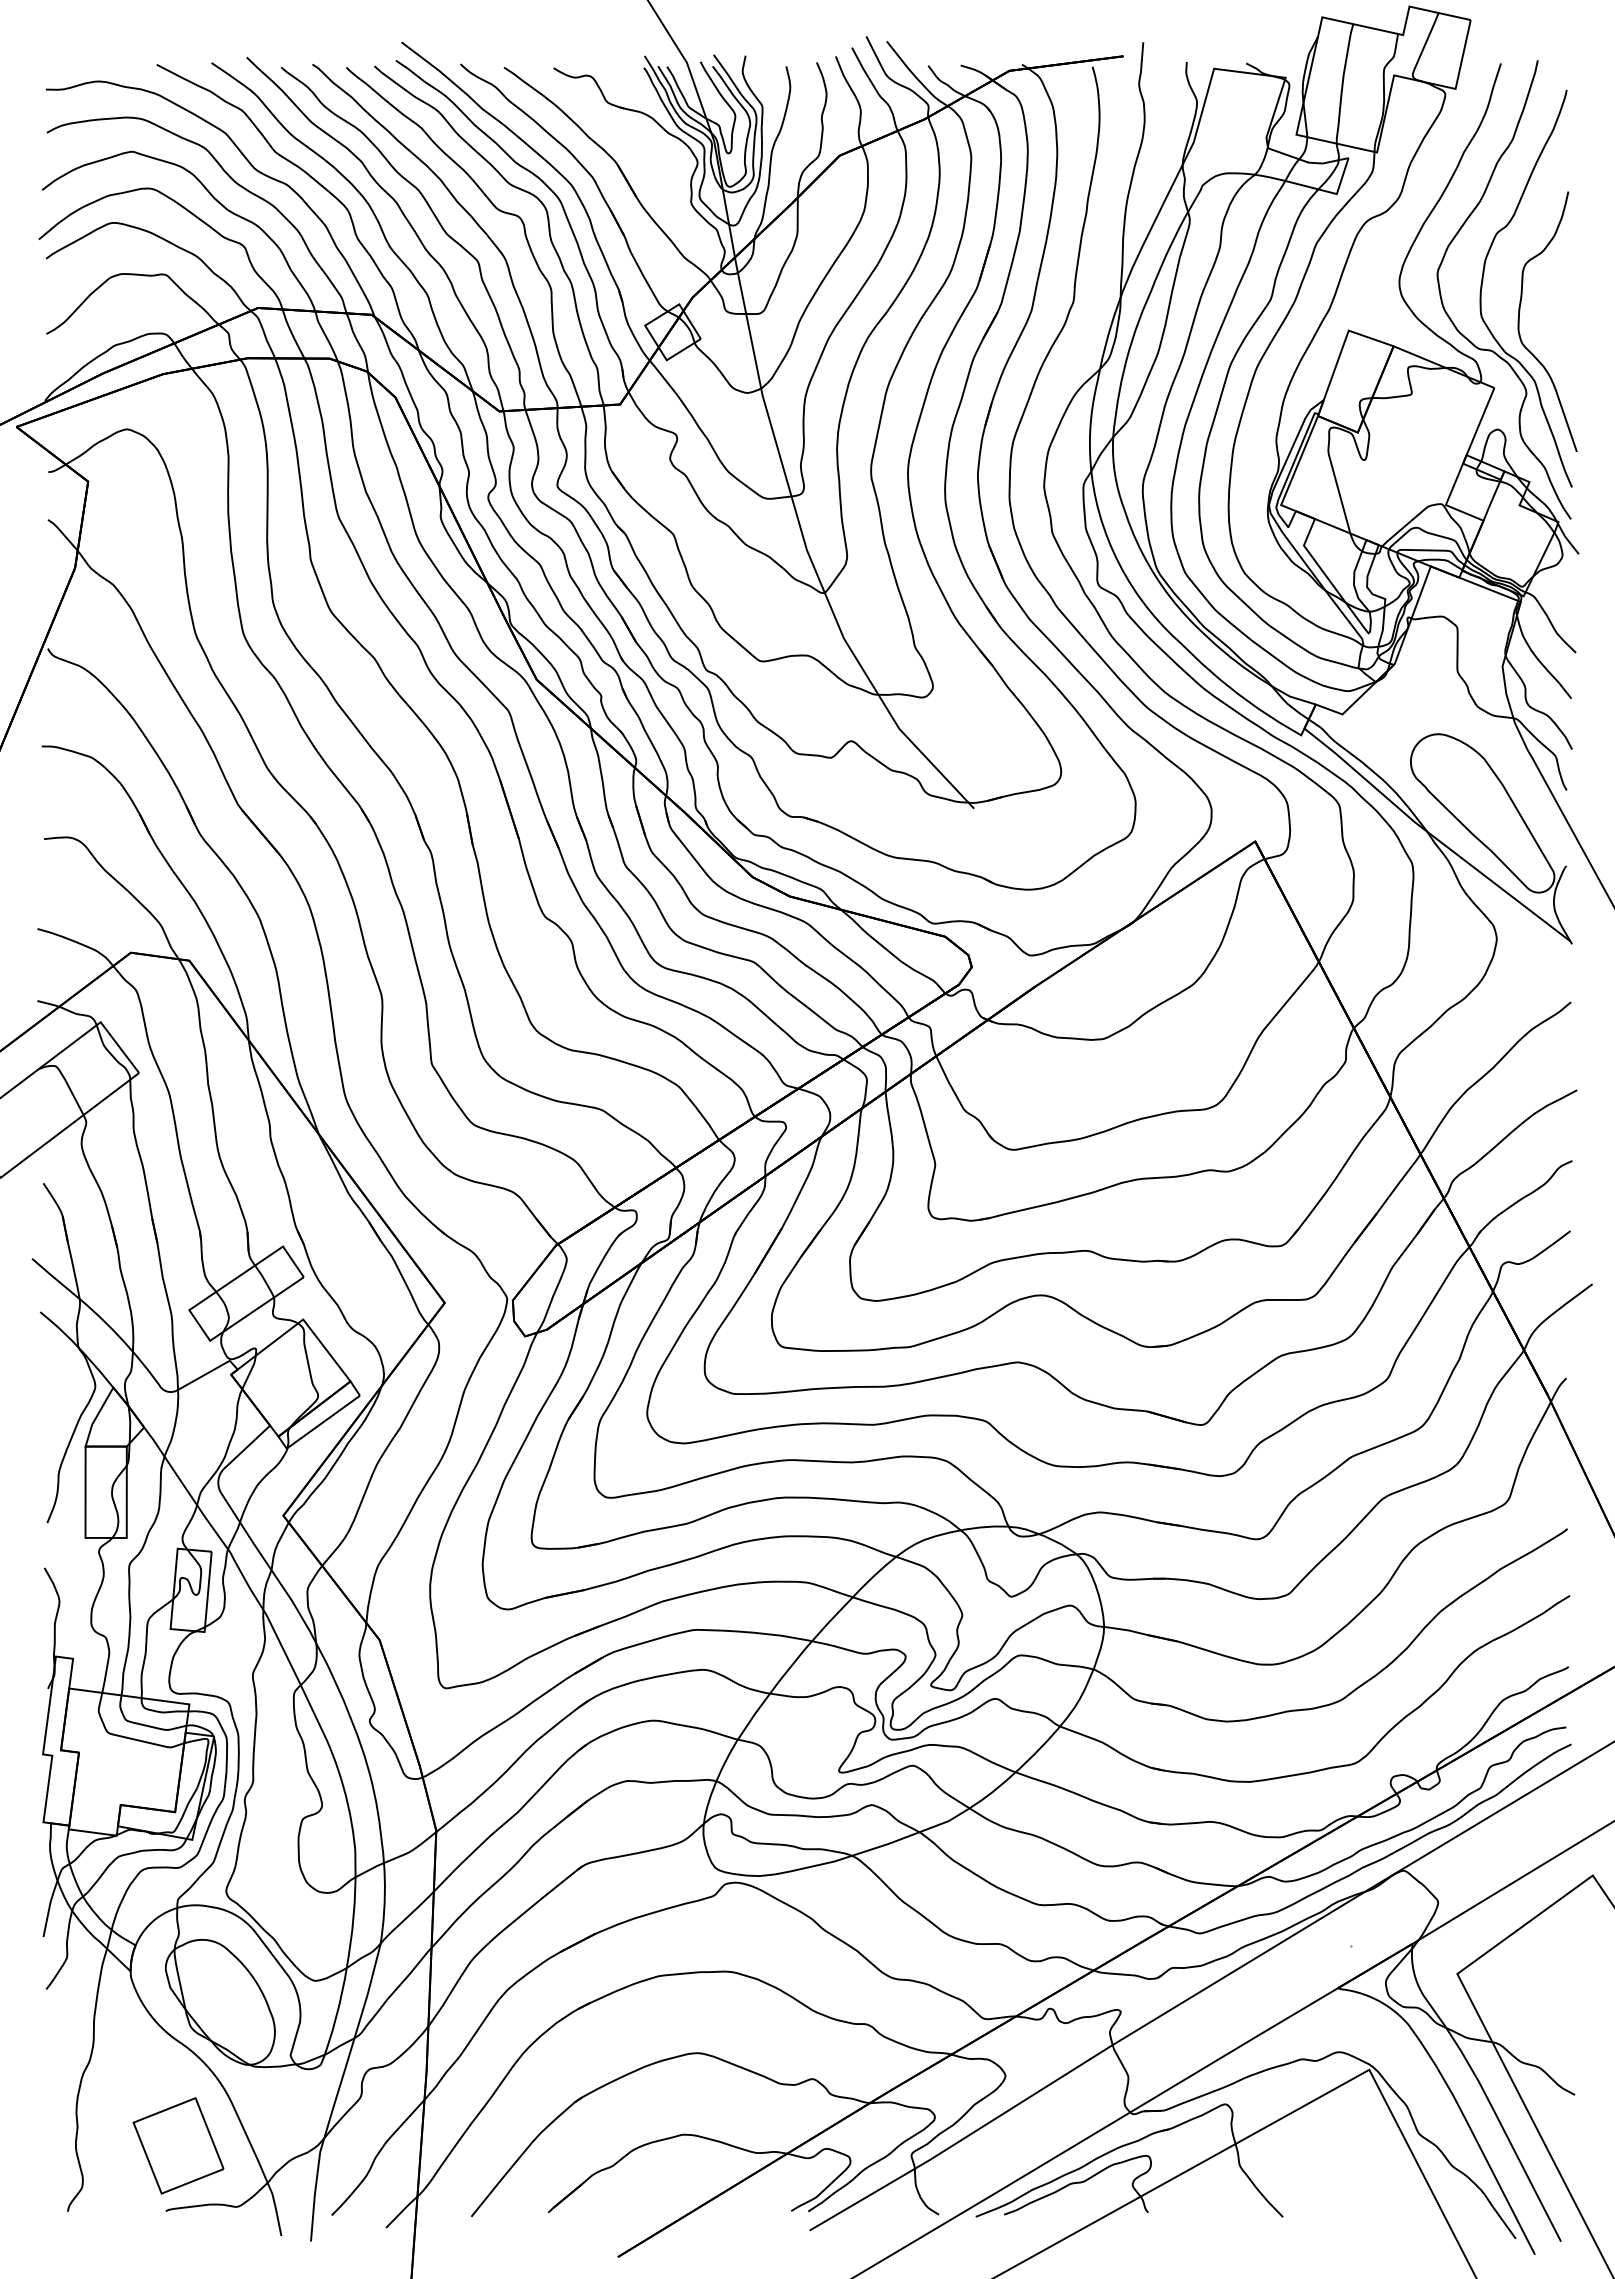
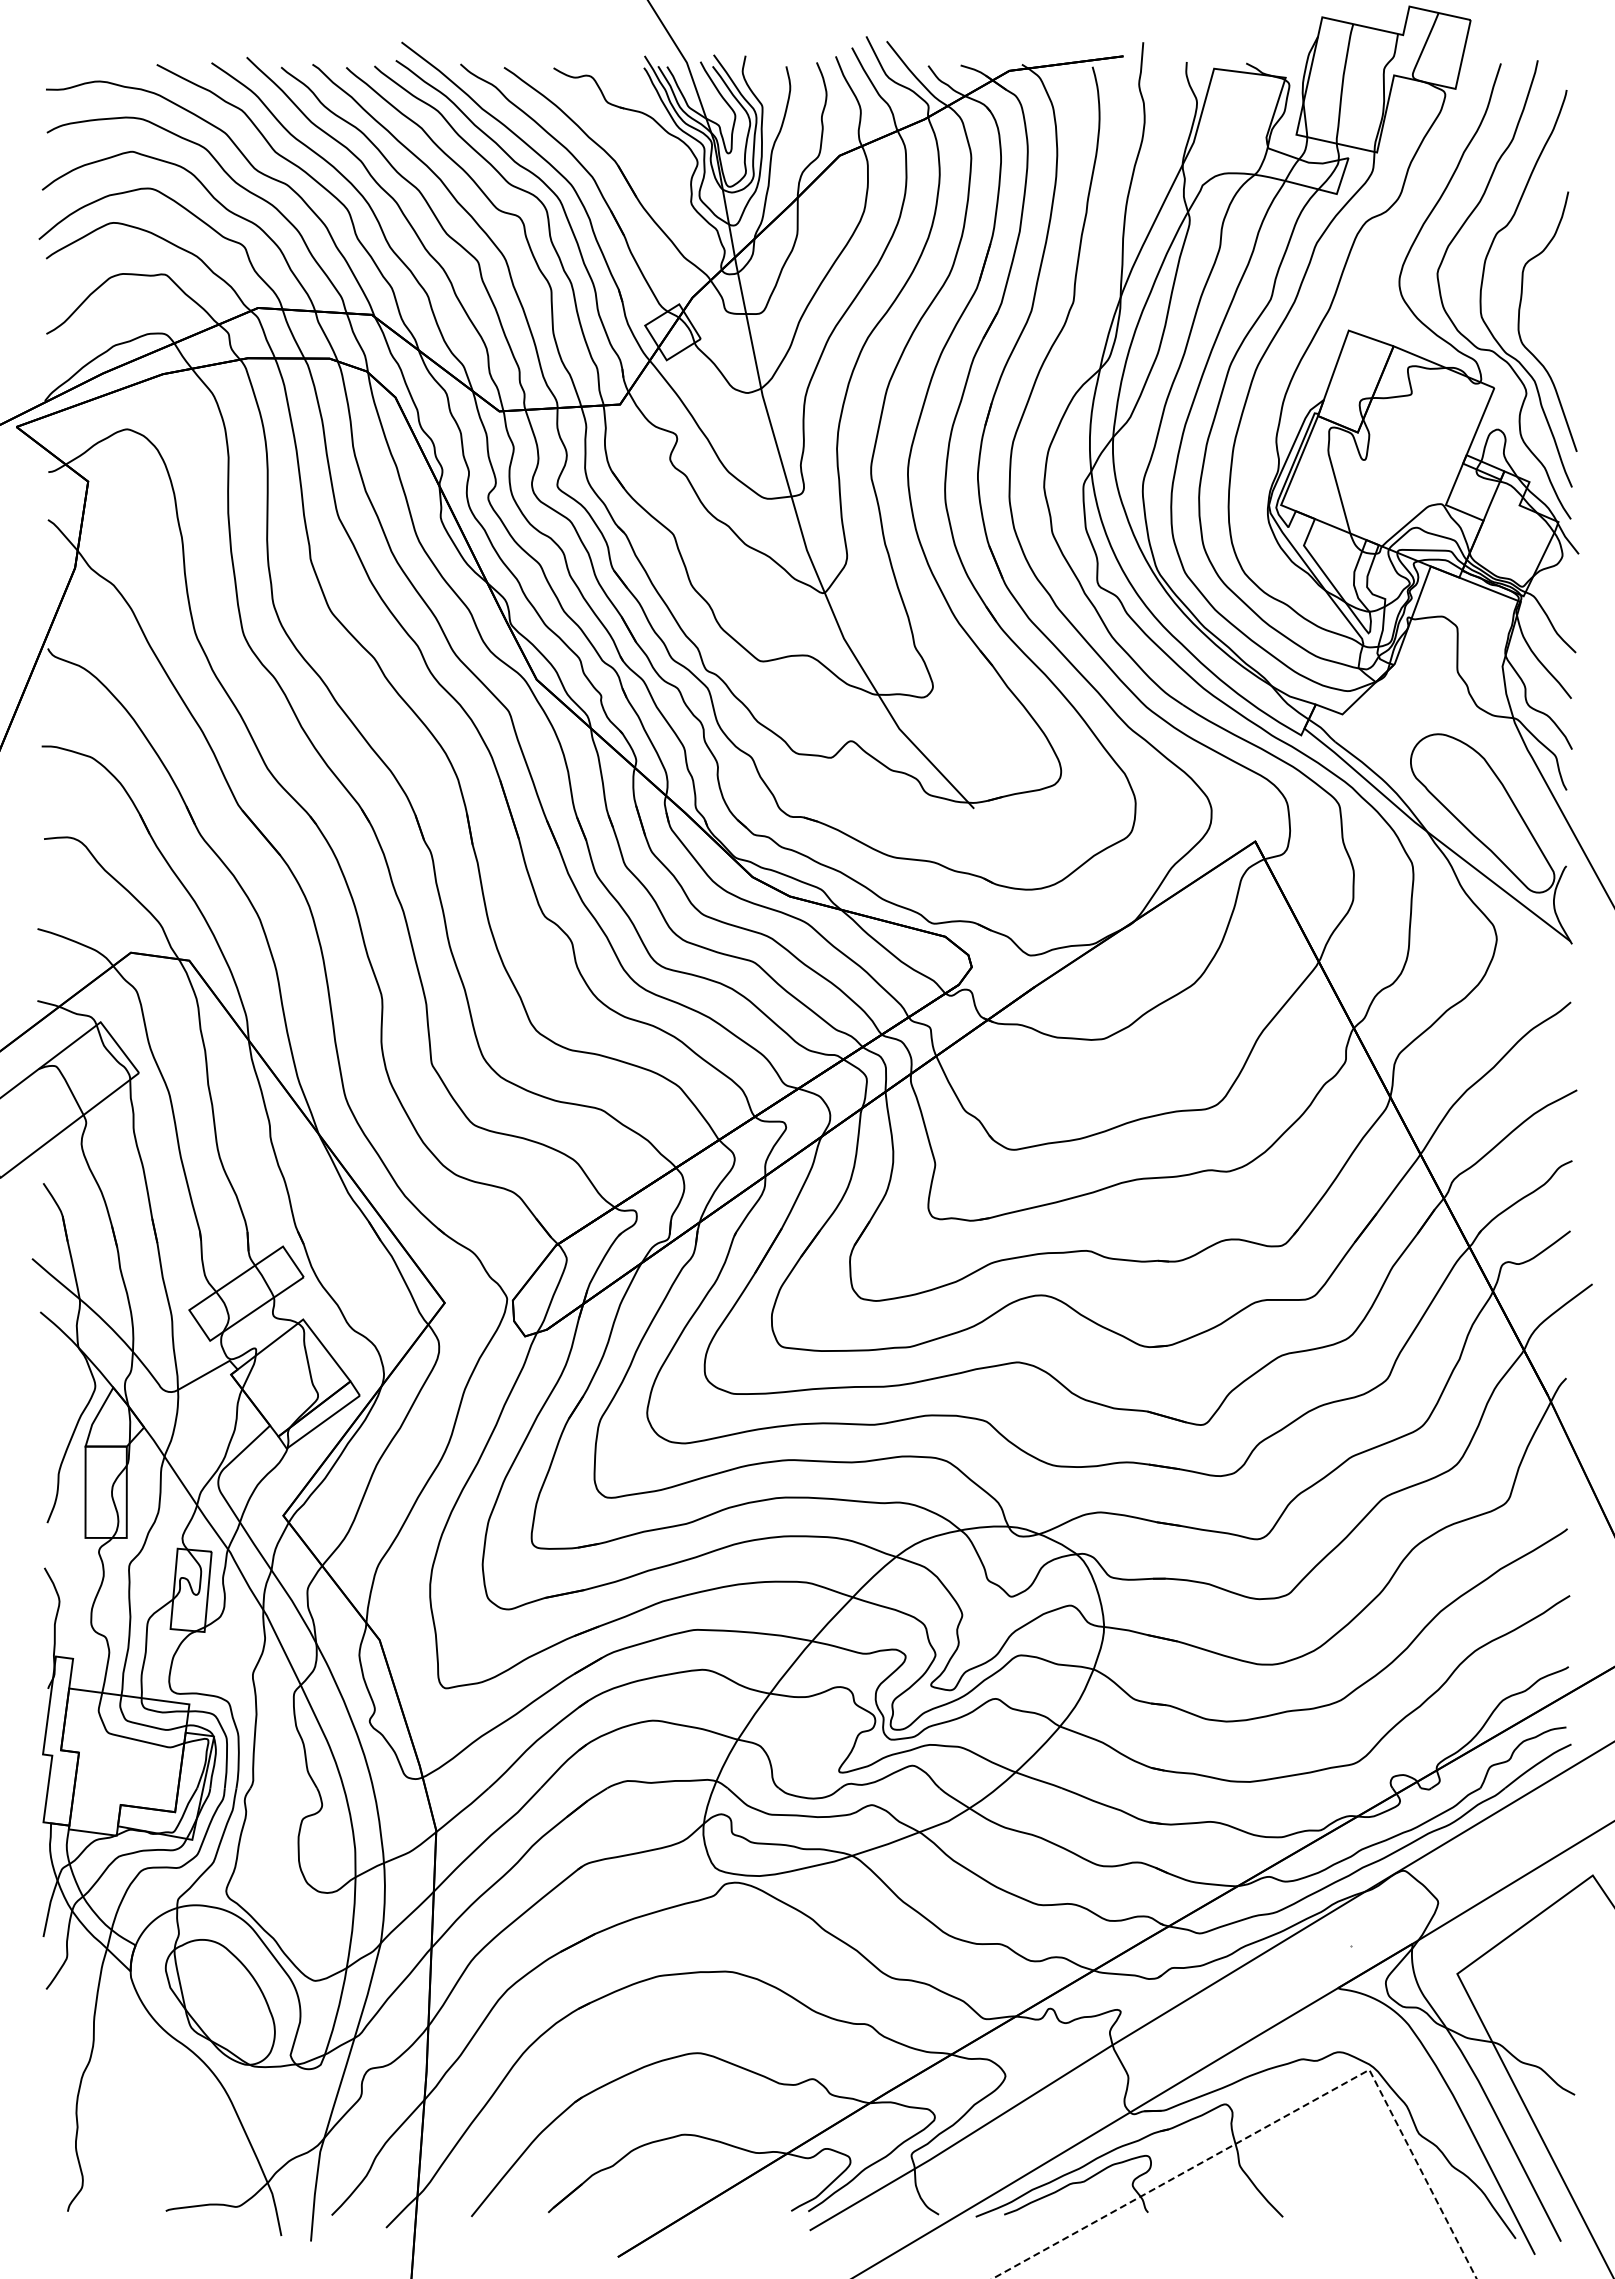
line at (1284, 2116): solid -> dashed
part at (178, 2145): present -> none
